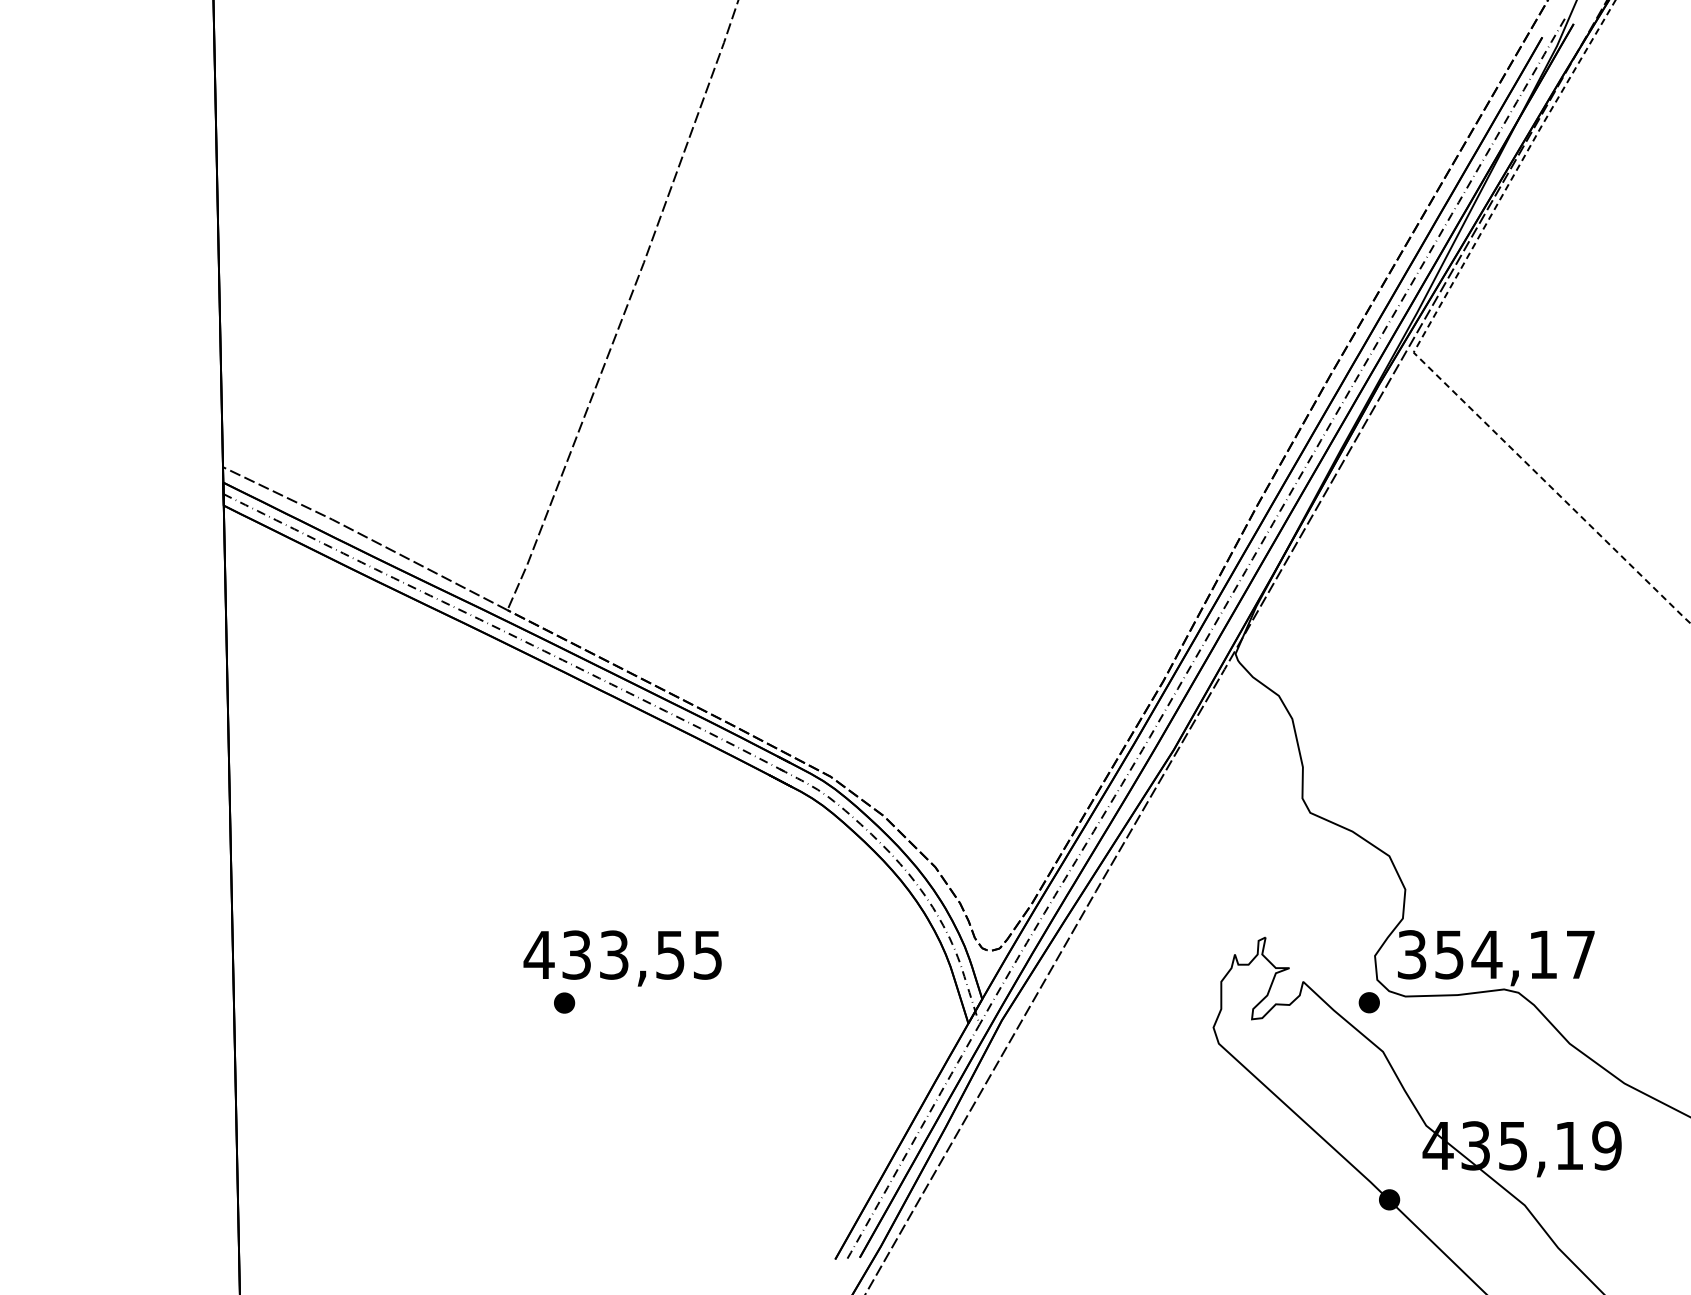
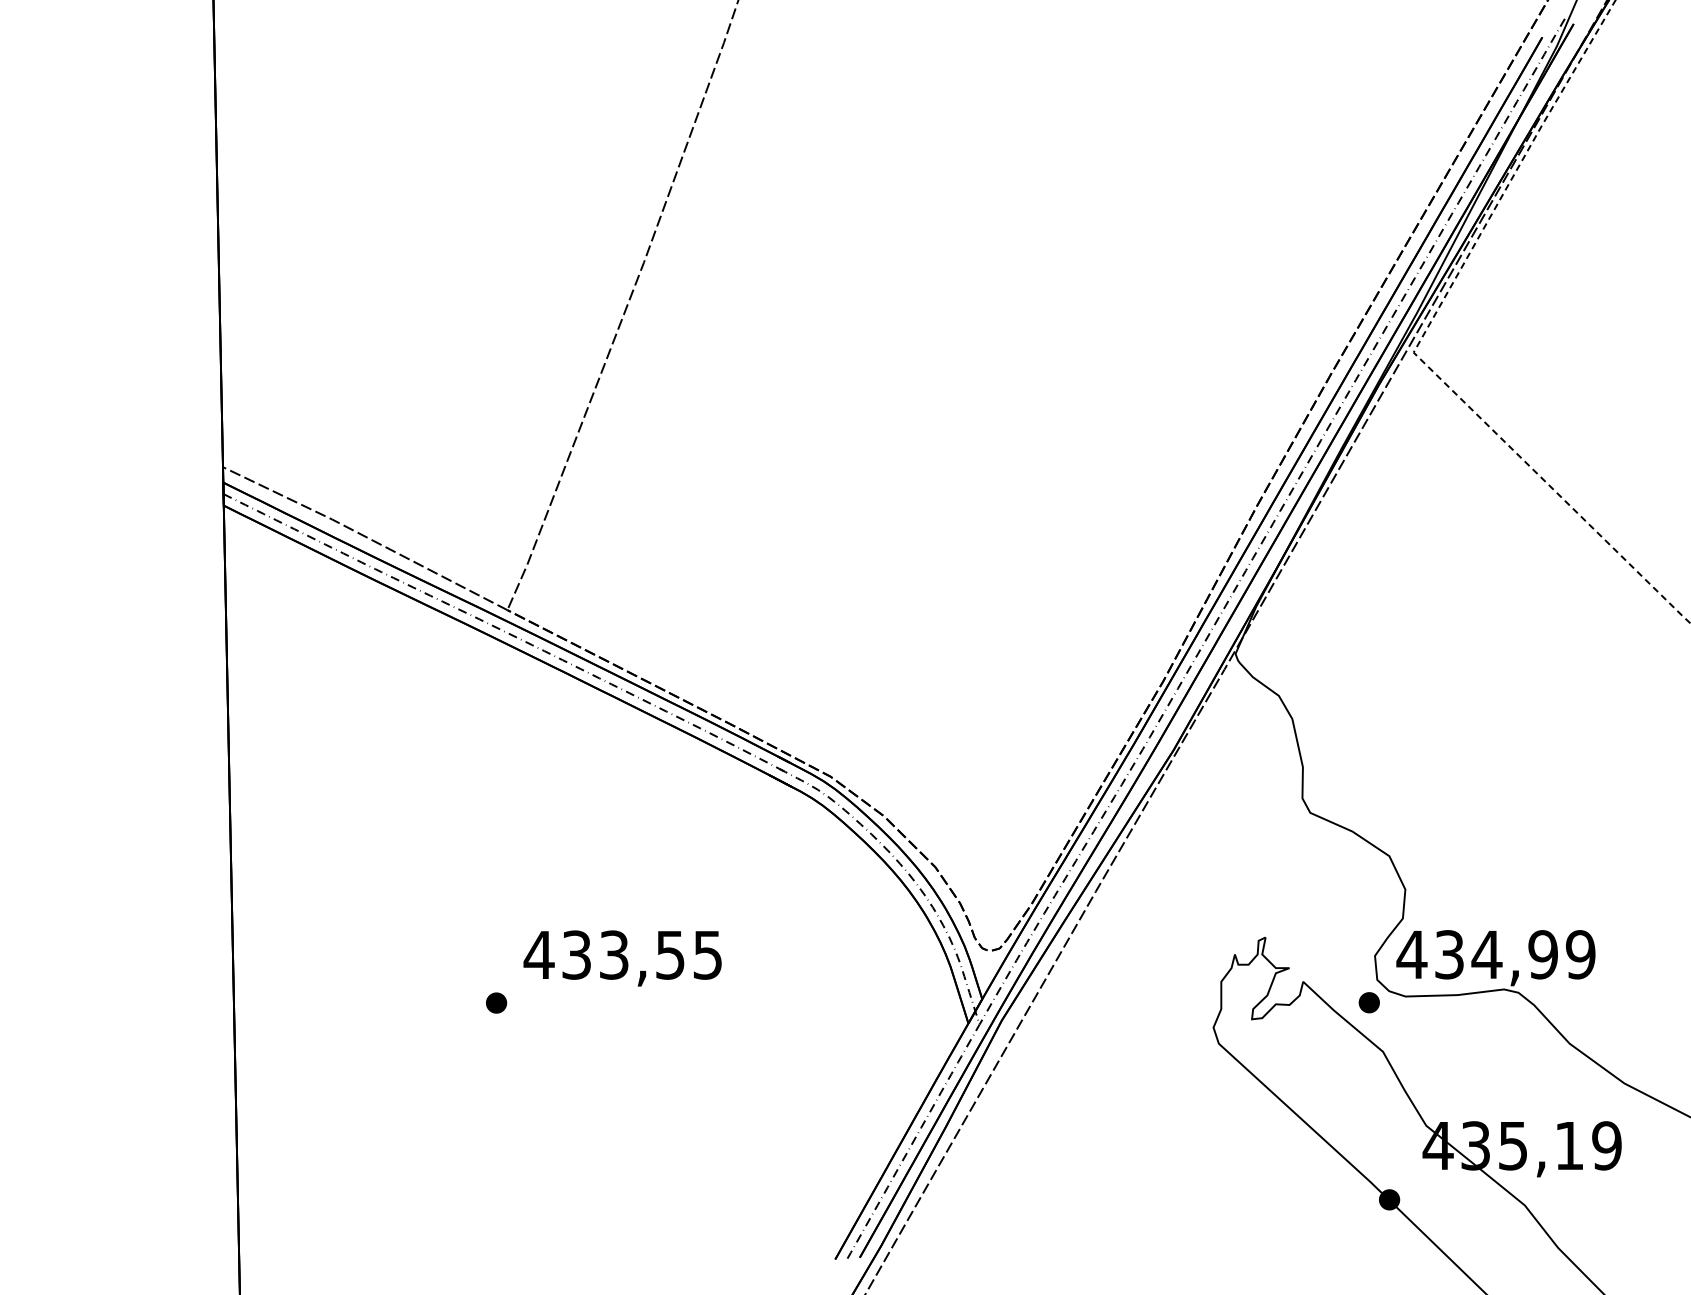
text at (1495, 954): 354,17 -> 434,99
part at (564, 1002) position: (564, 1002) -> (496, 1002)
